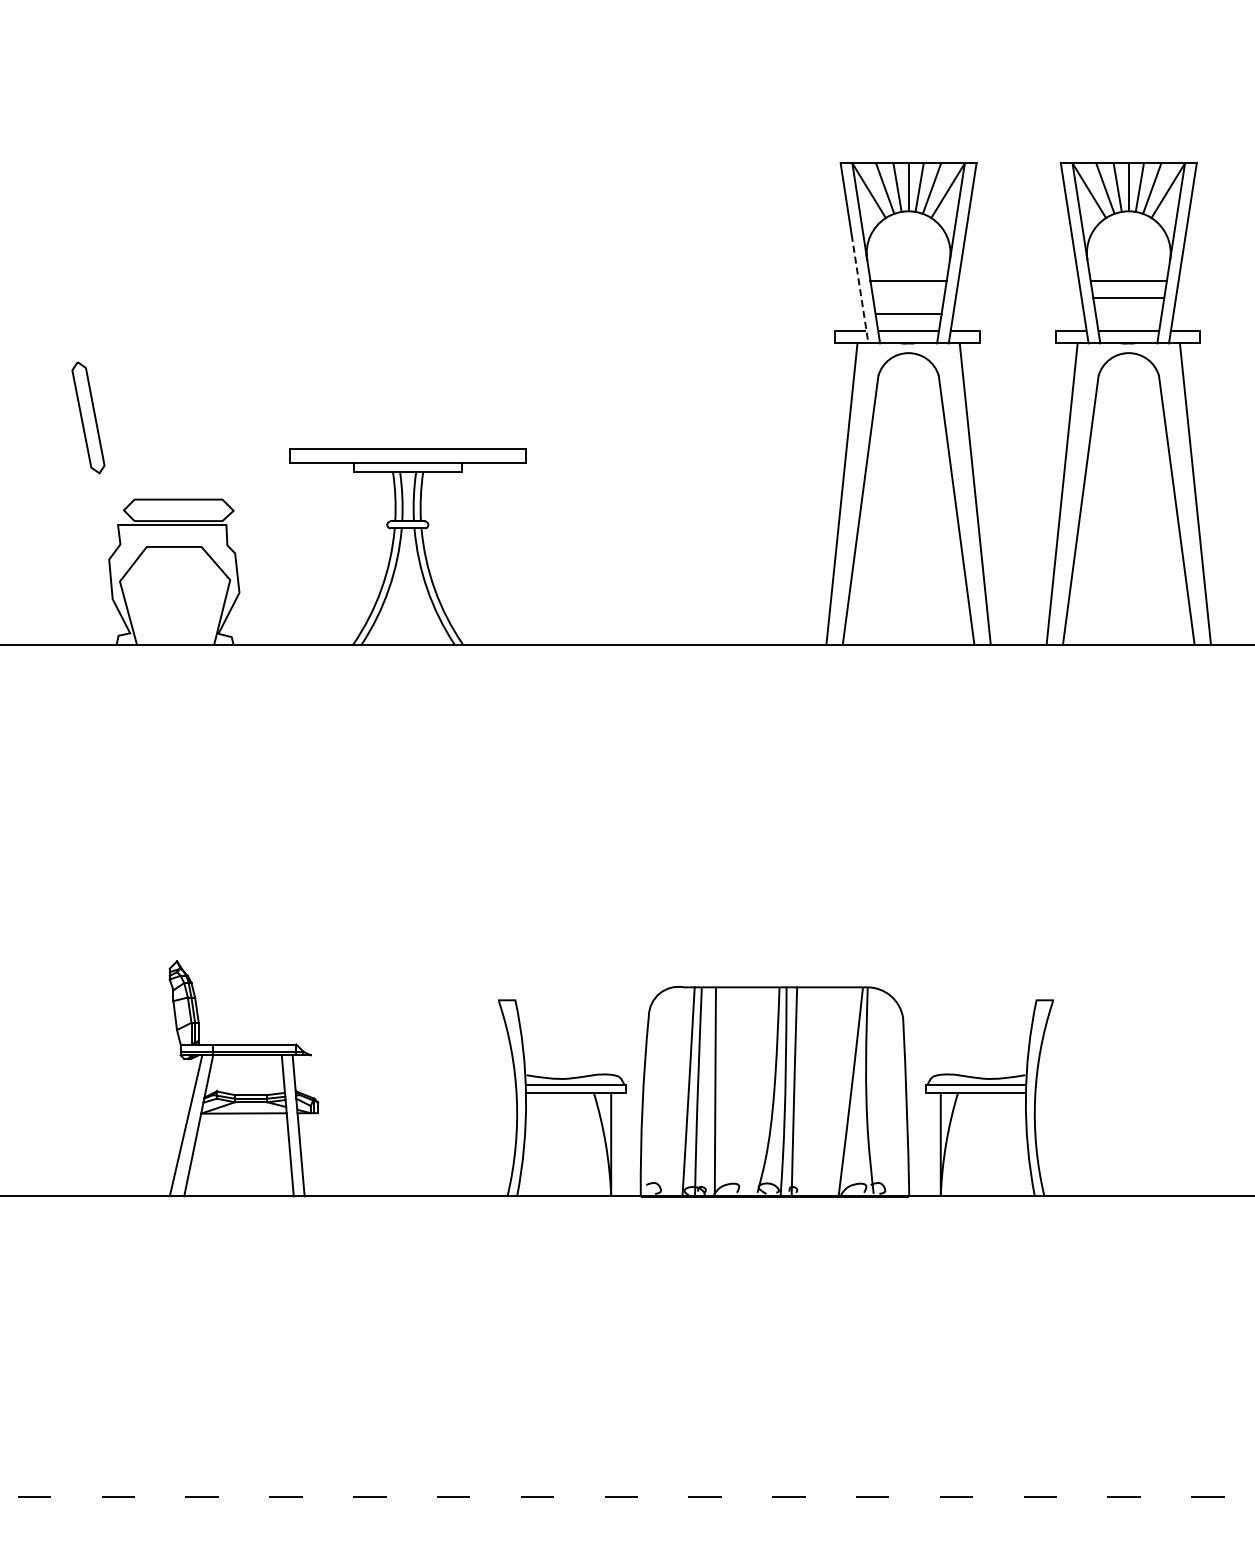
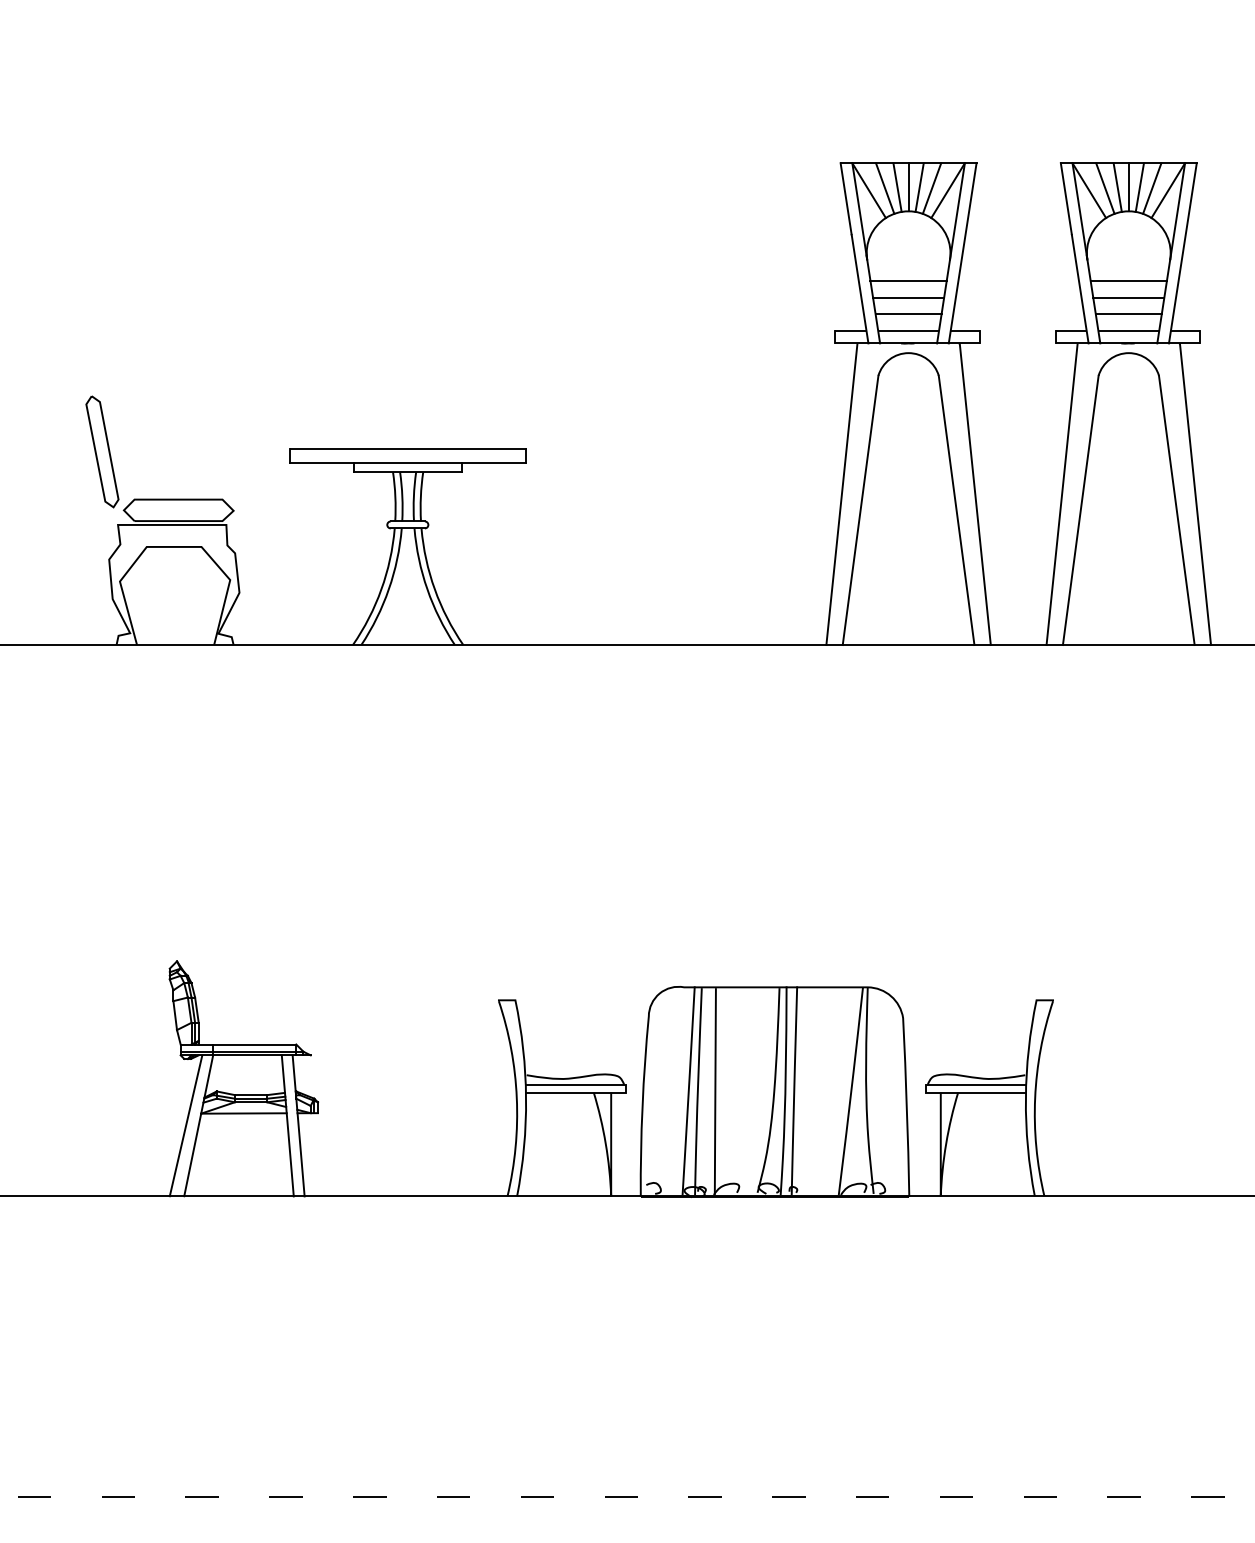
line at (860, 289): dashed -> solid
line at (908, 298): none -> present
line at (1128, 314): none -> present
part at (88, 417) position: (88, 417) -> (102, 451)
